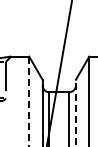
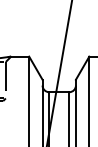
line at (29, 101): dashed -> solid
line at (75, 112): dashed -> solid
